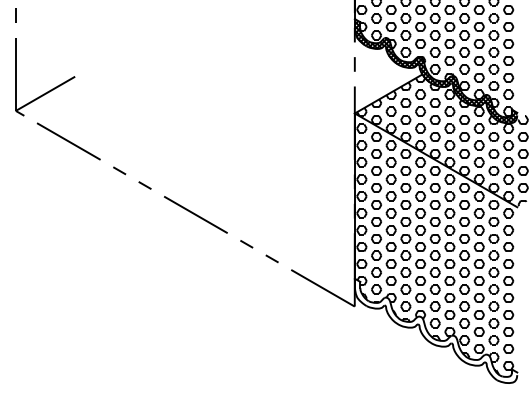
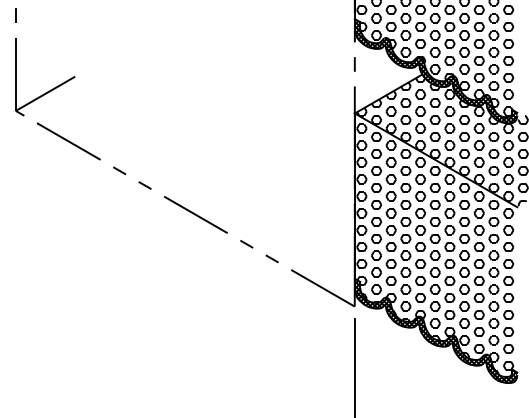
hatch at (435, 331): none -> present
line at (354, 366): none -> present
